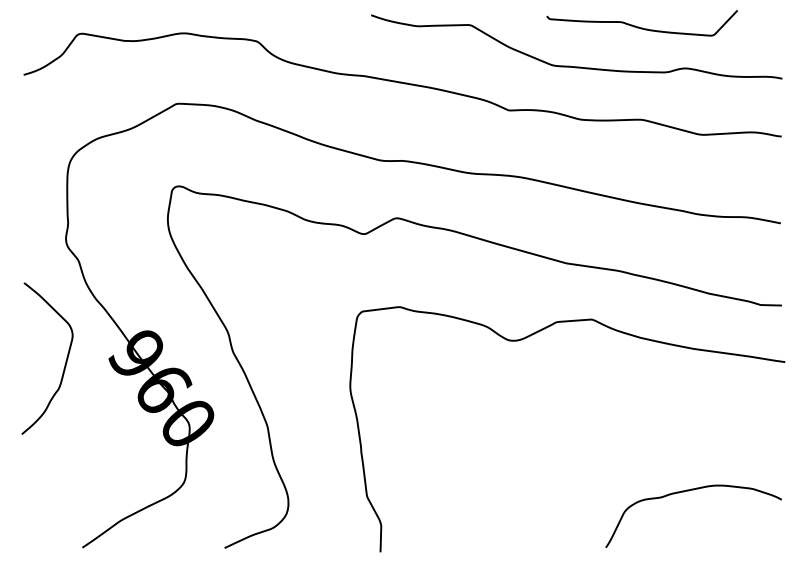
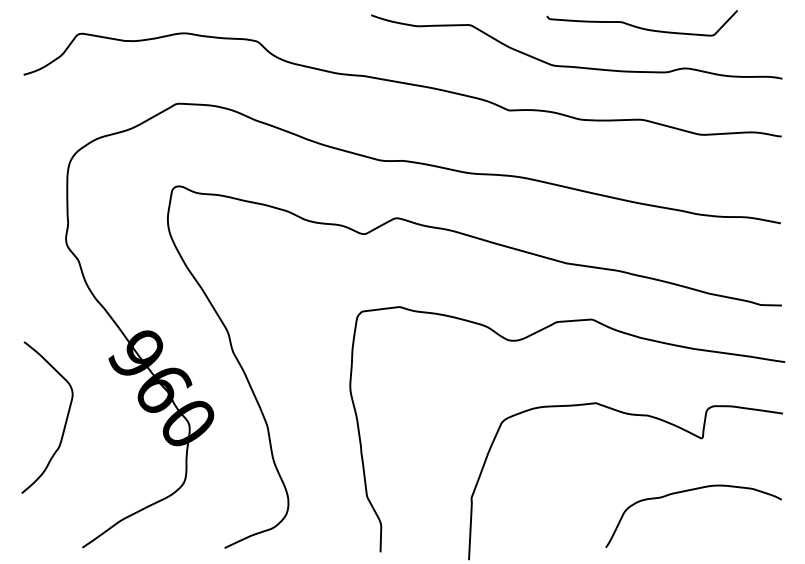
curve at (64, 364) position: (64, 364) -> (64, 423)
curve at (630, 415): none -> present
